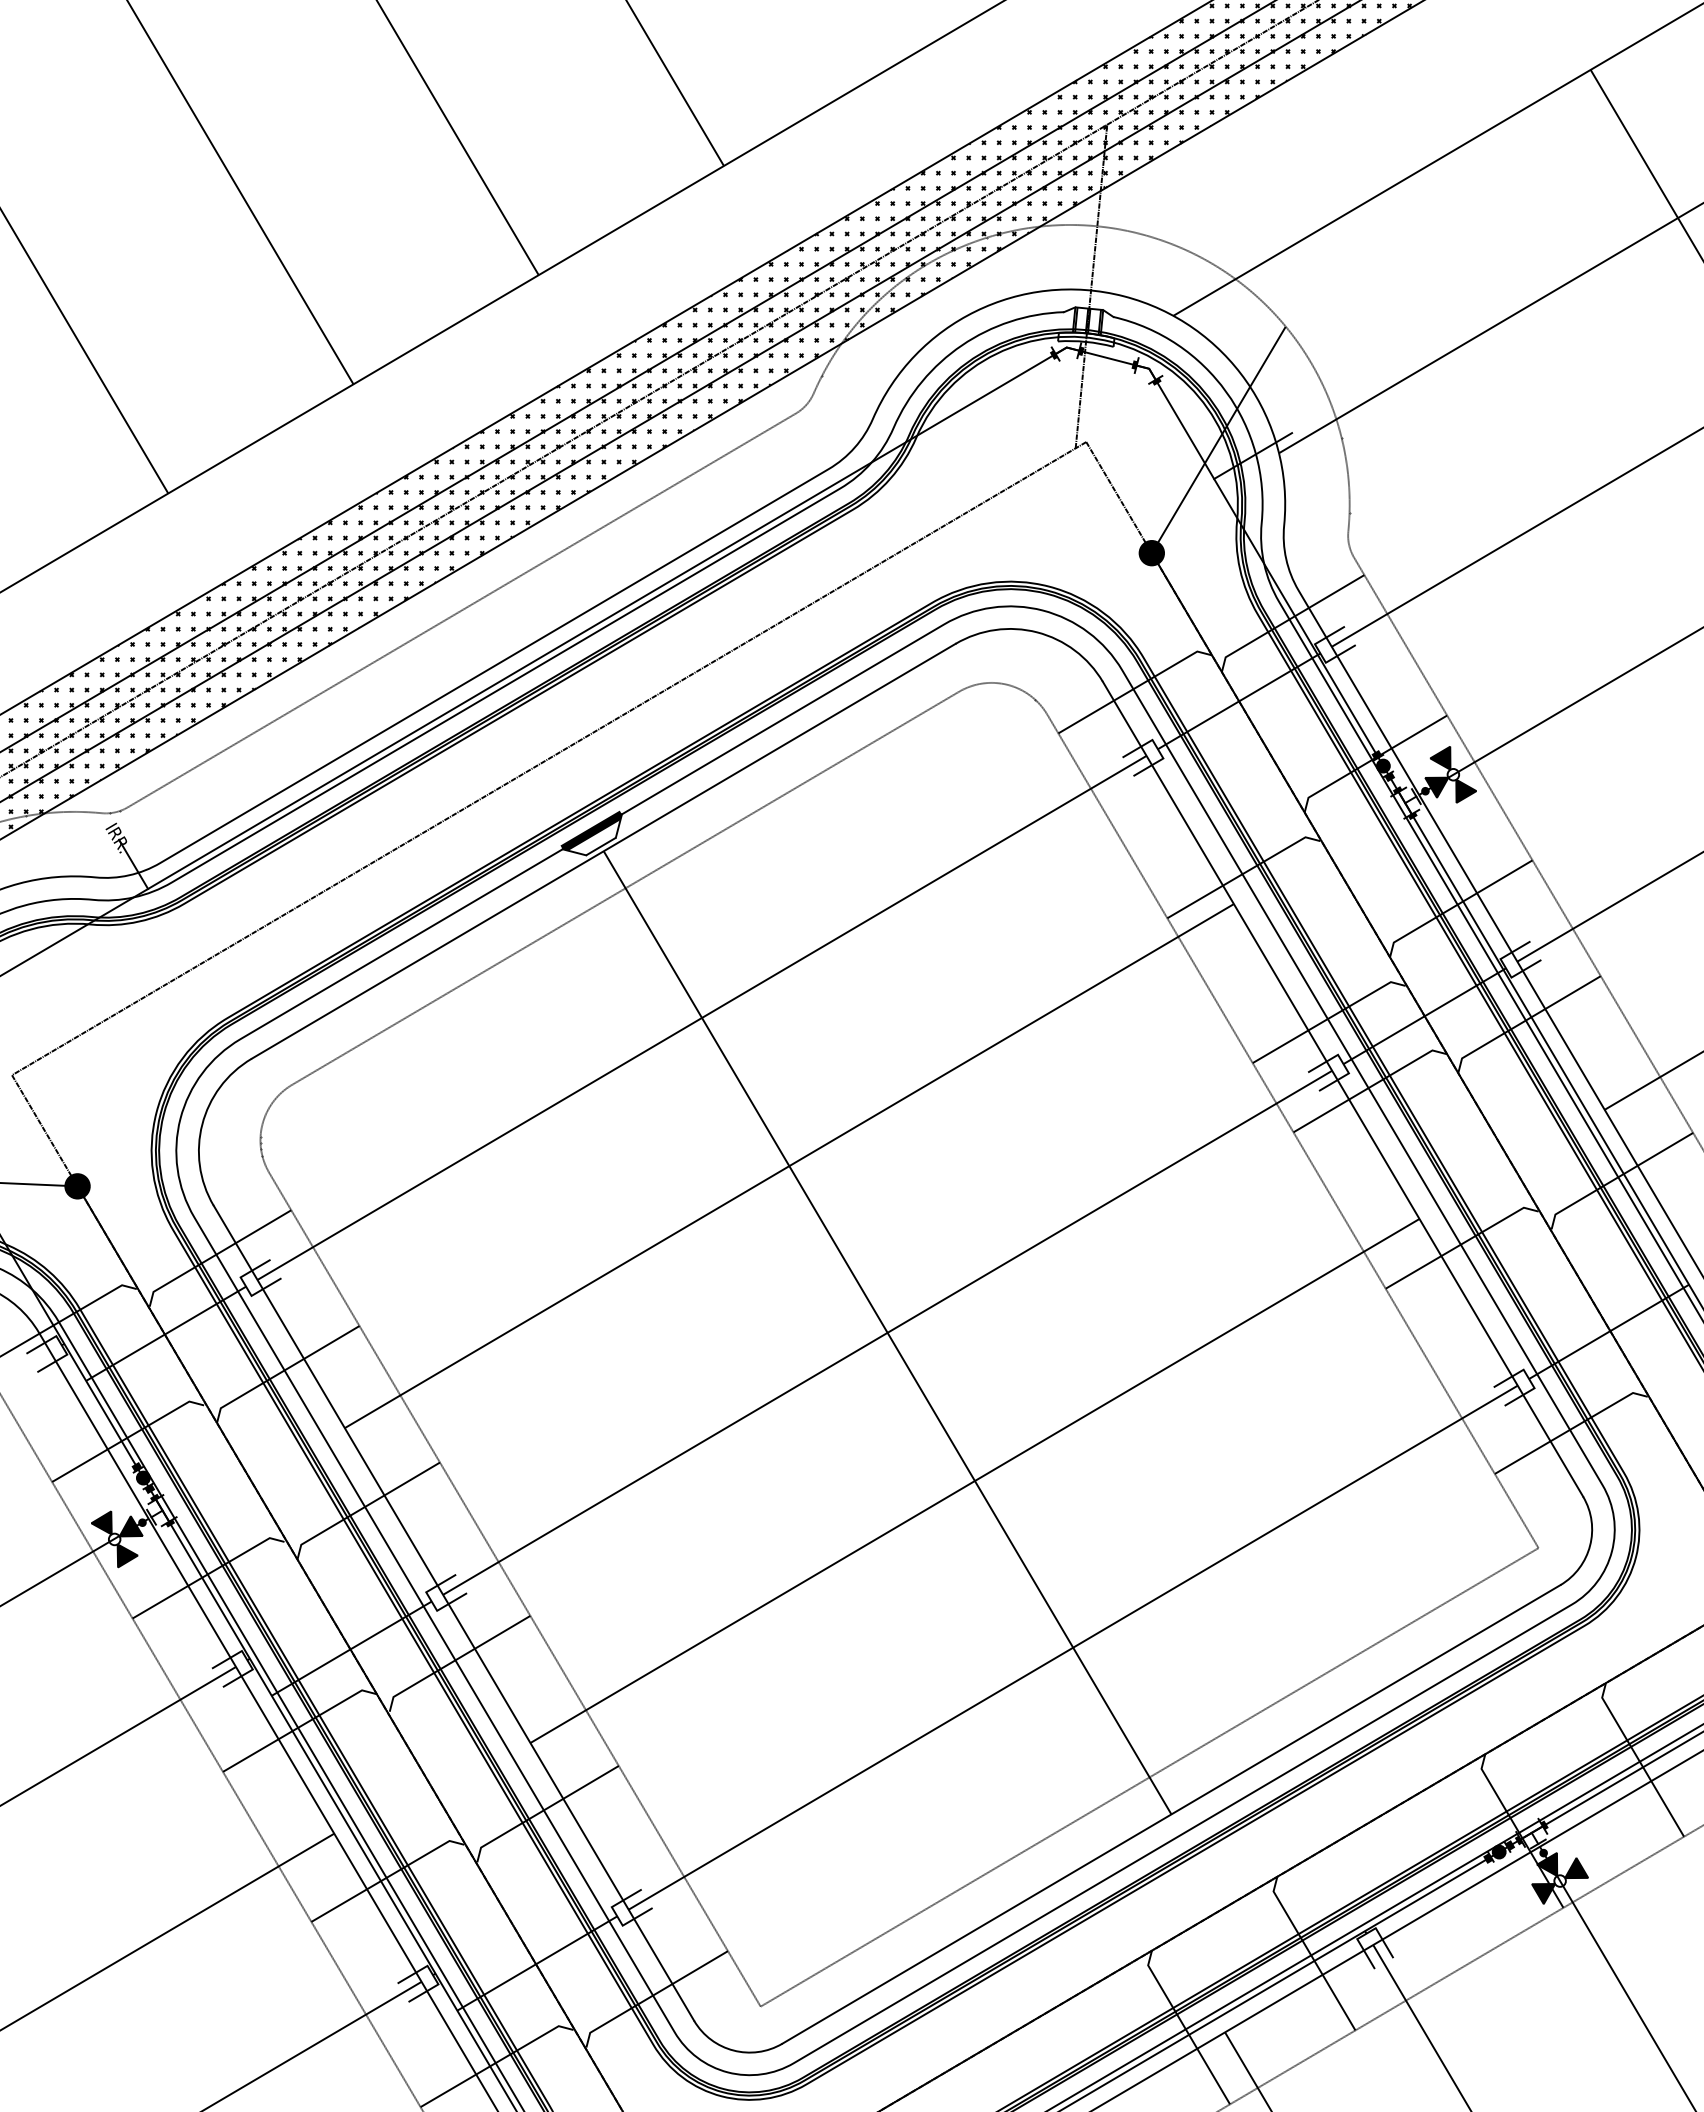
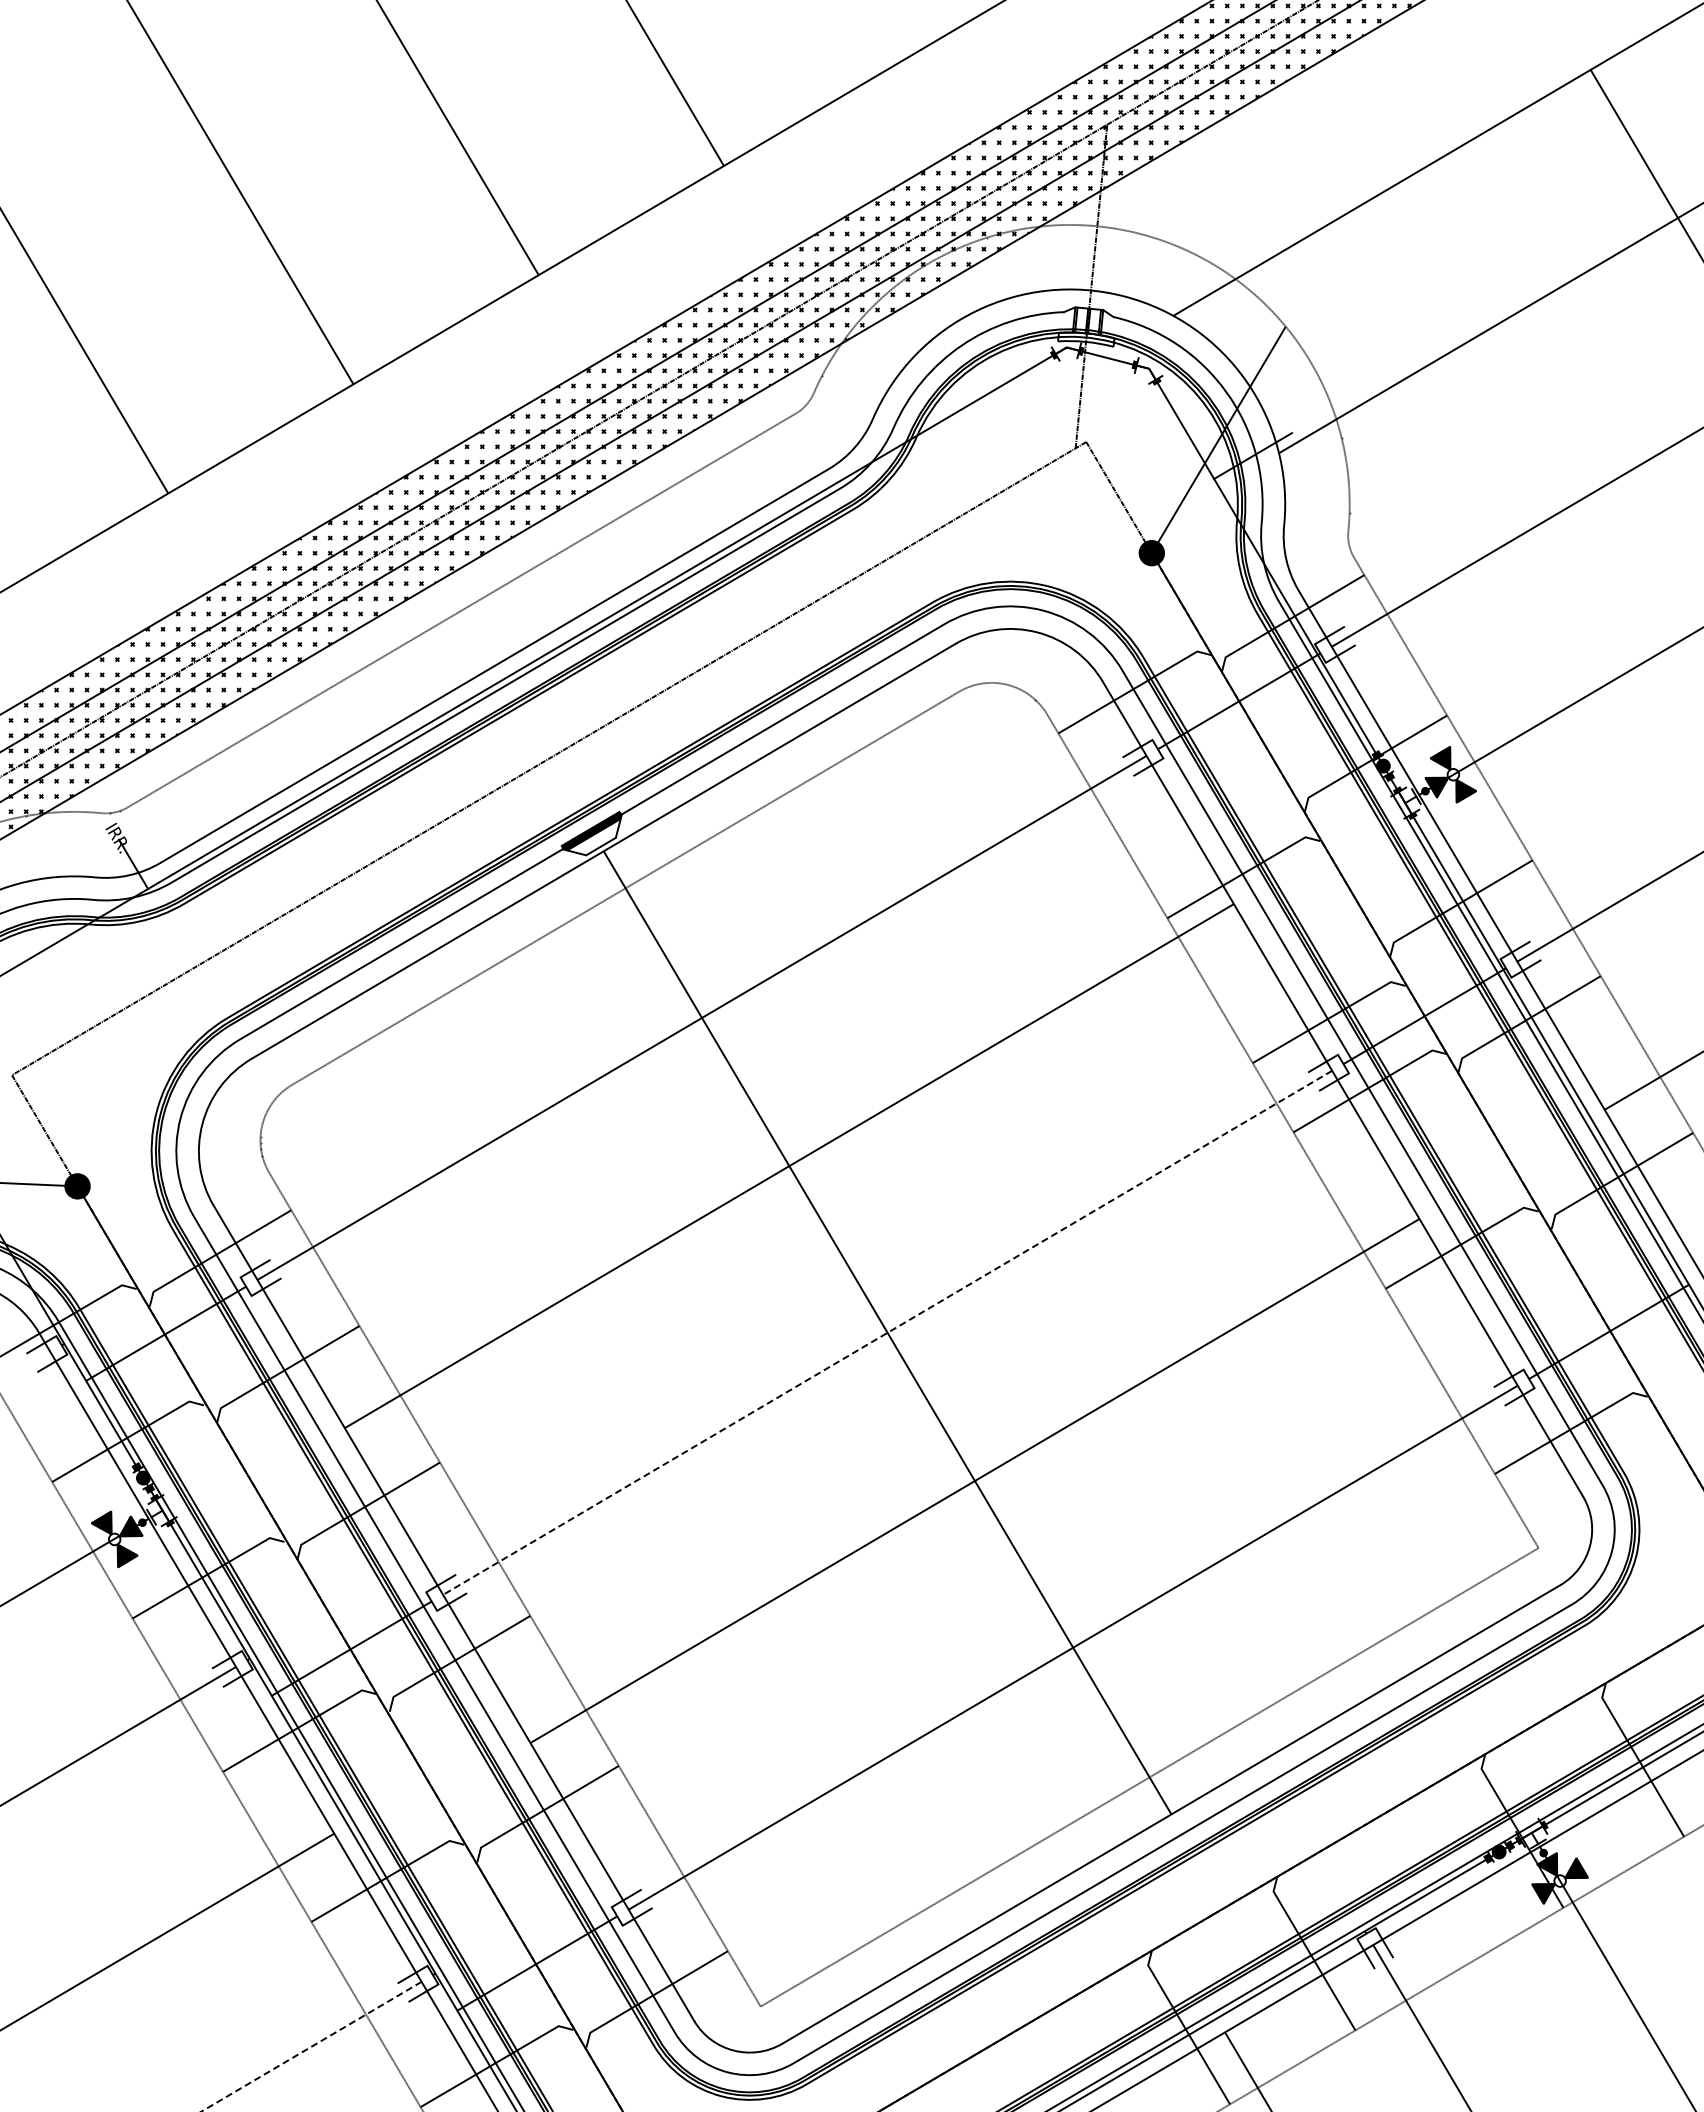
line at (887, 1333): solid -> dashed
line at (311, 2046): solid -> dashed
